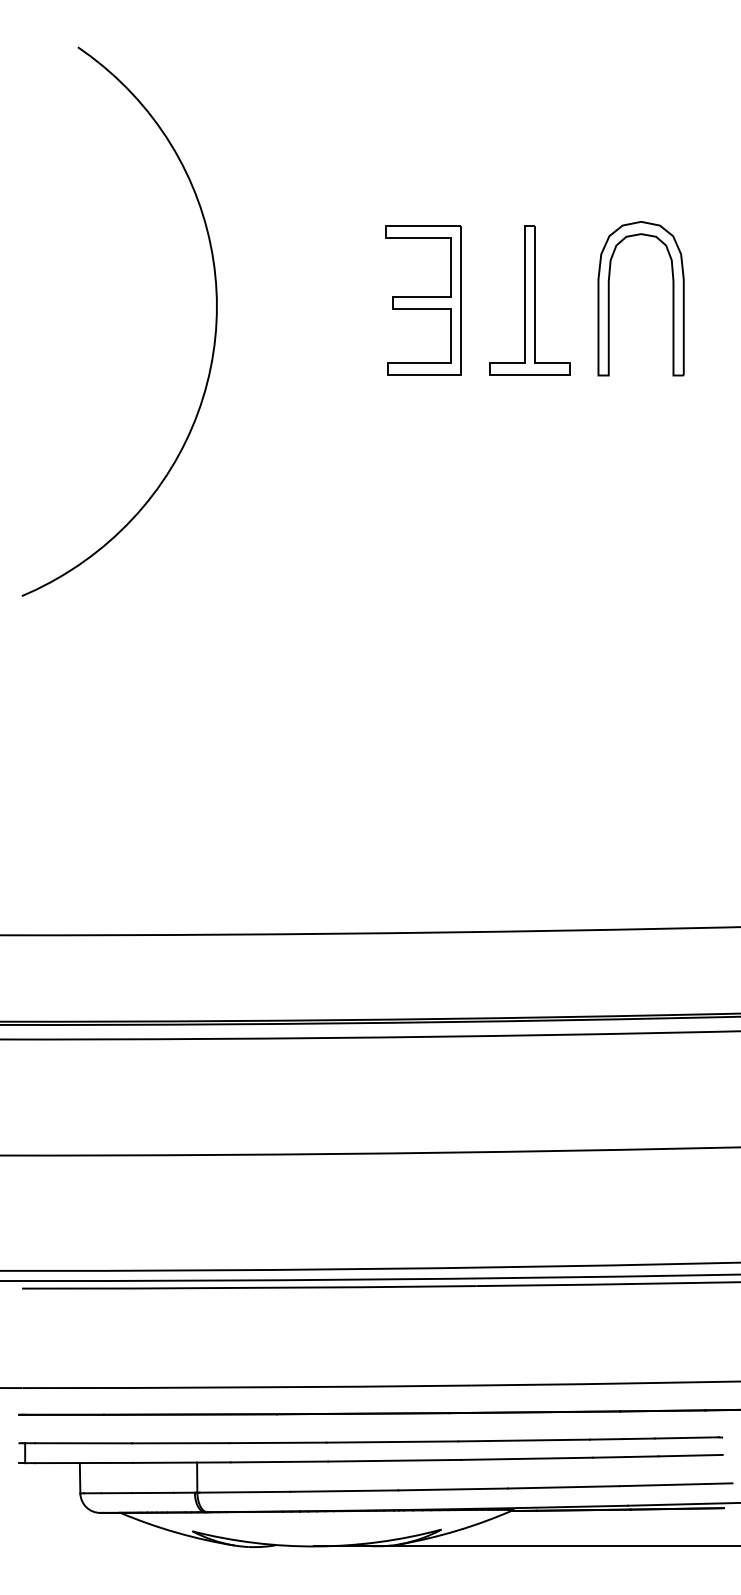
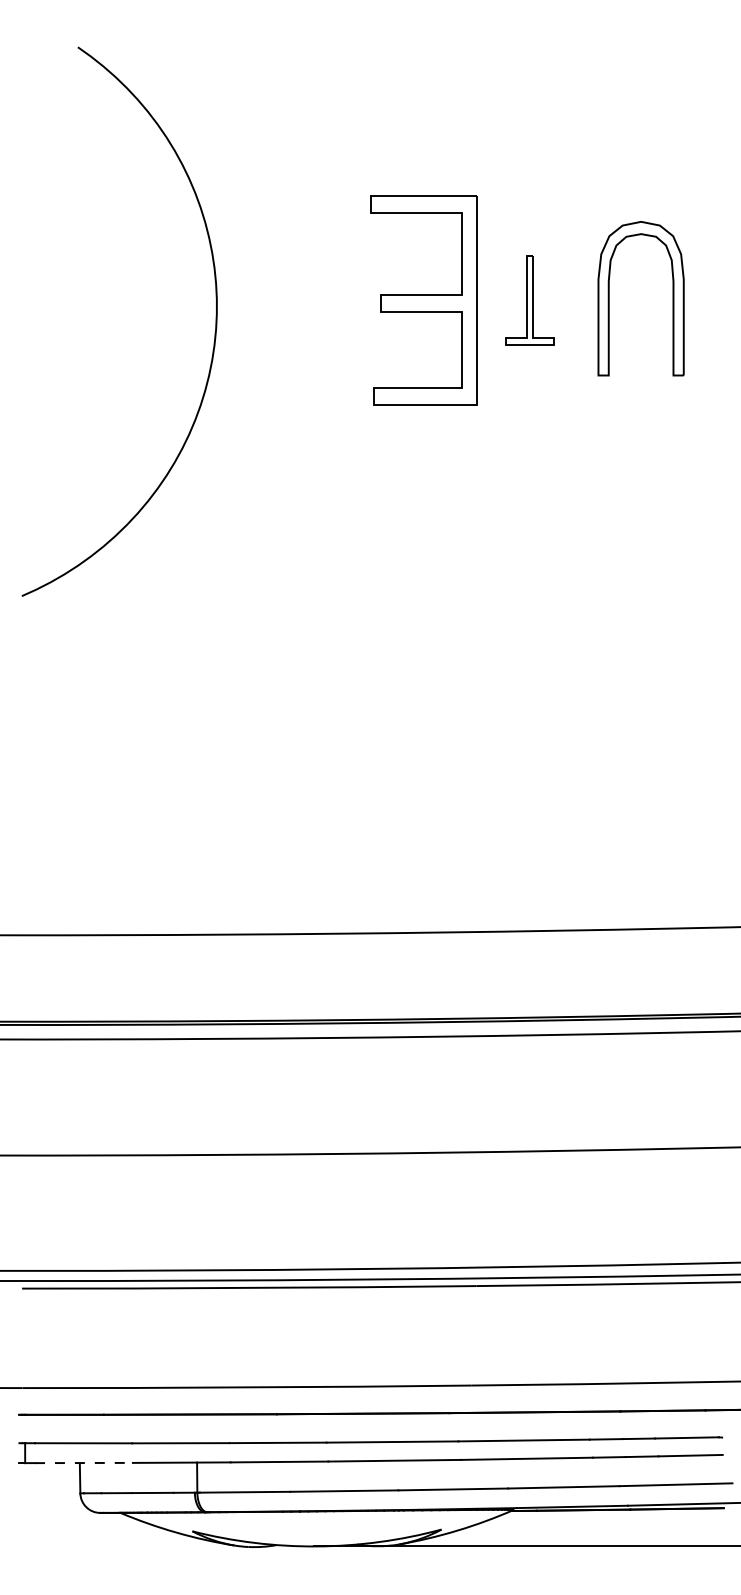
part at (423, 300) size: 77x151 px -> 108x211 px
part at (529, 300) size: 82x151 px -> 50x91 px
line at (83, 1463): solid -> dashed
